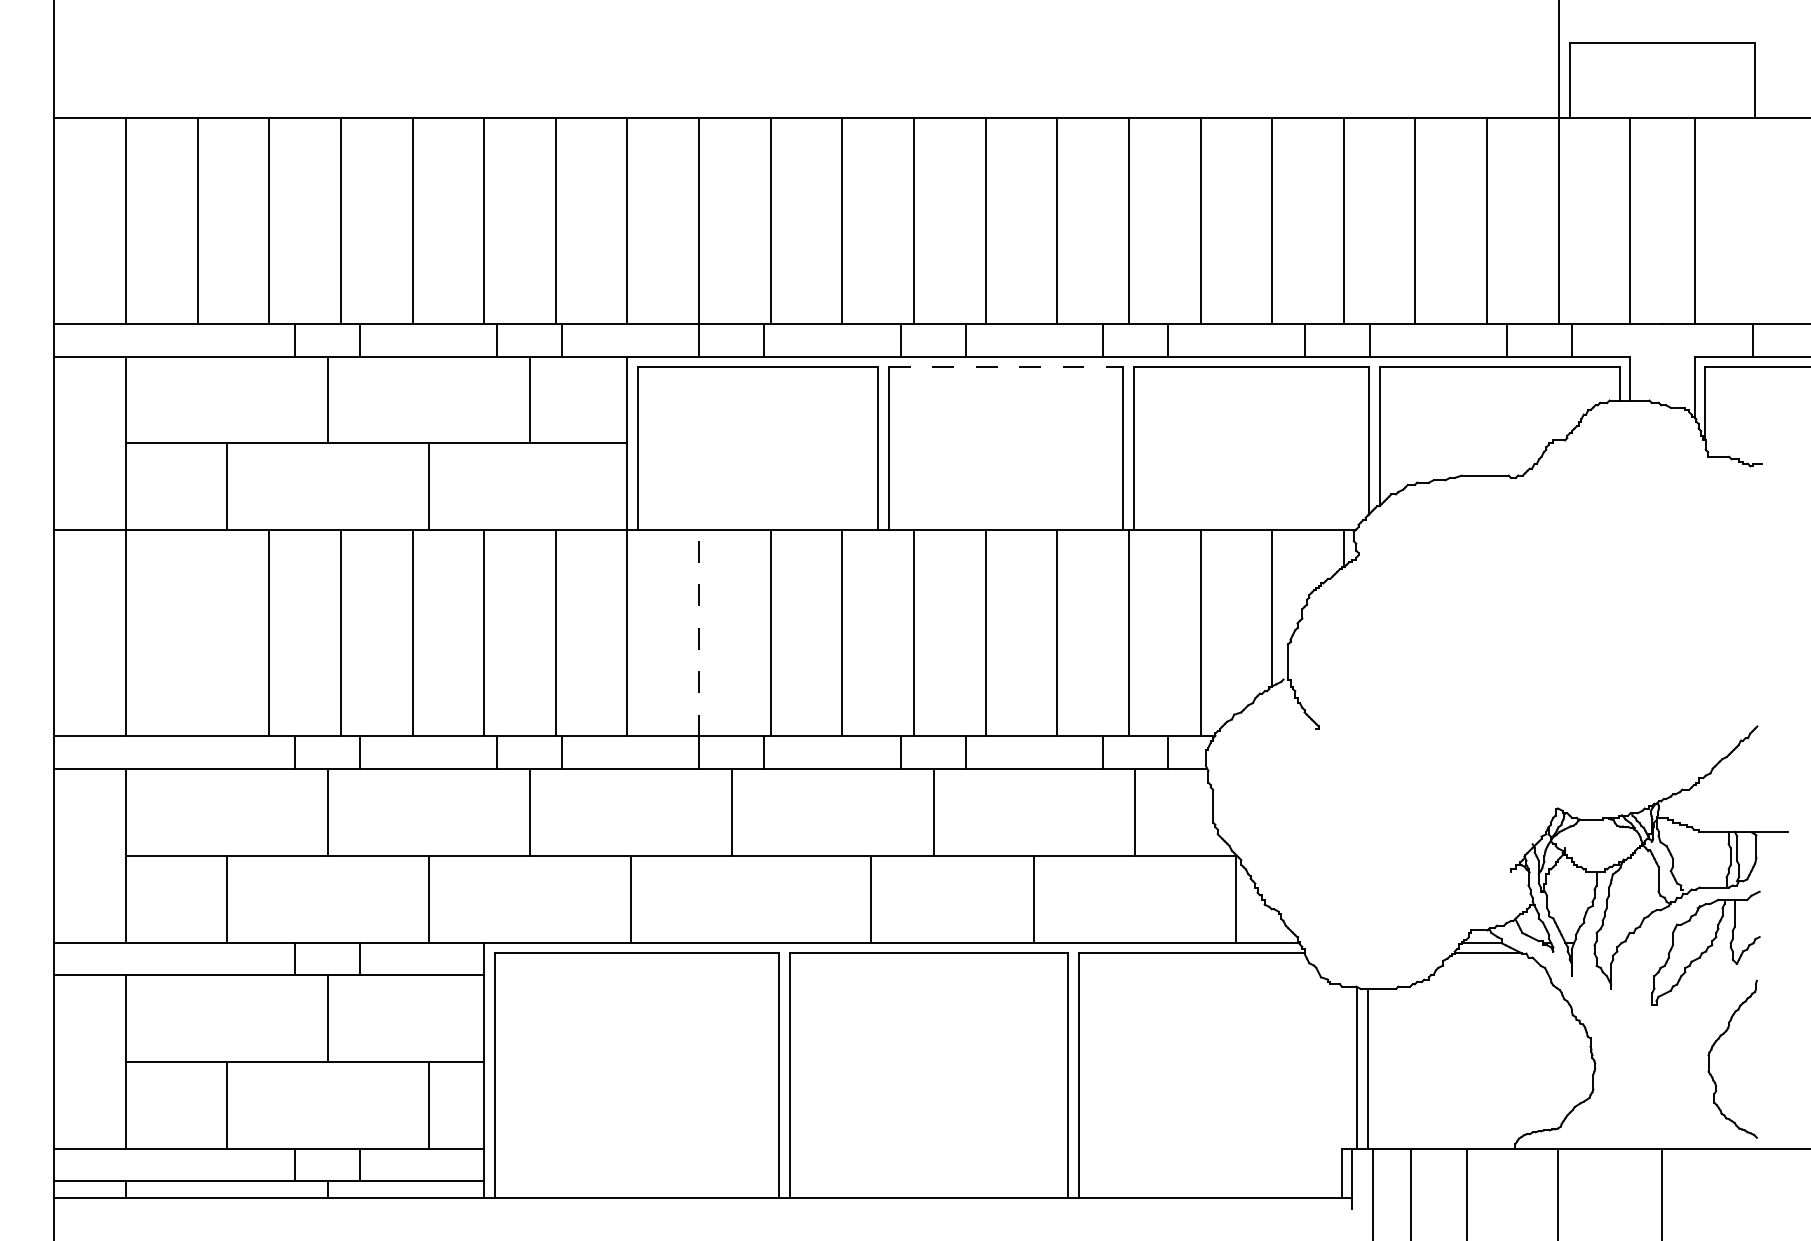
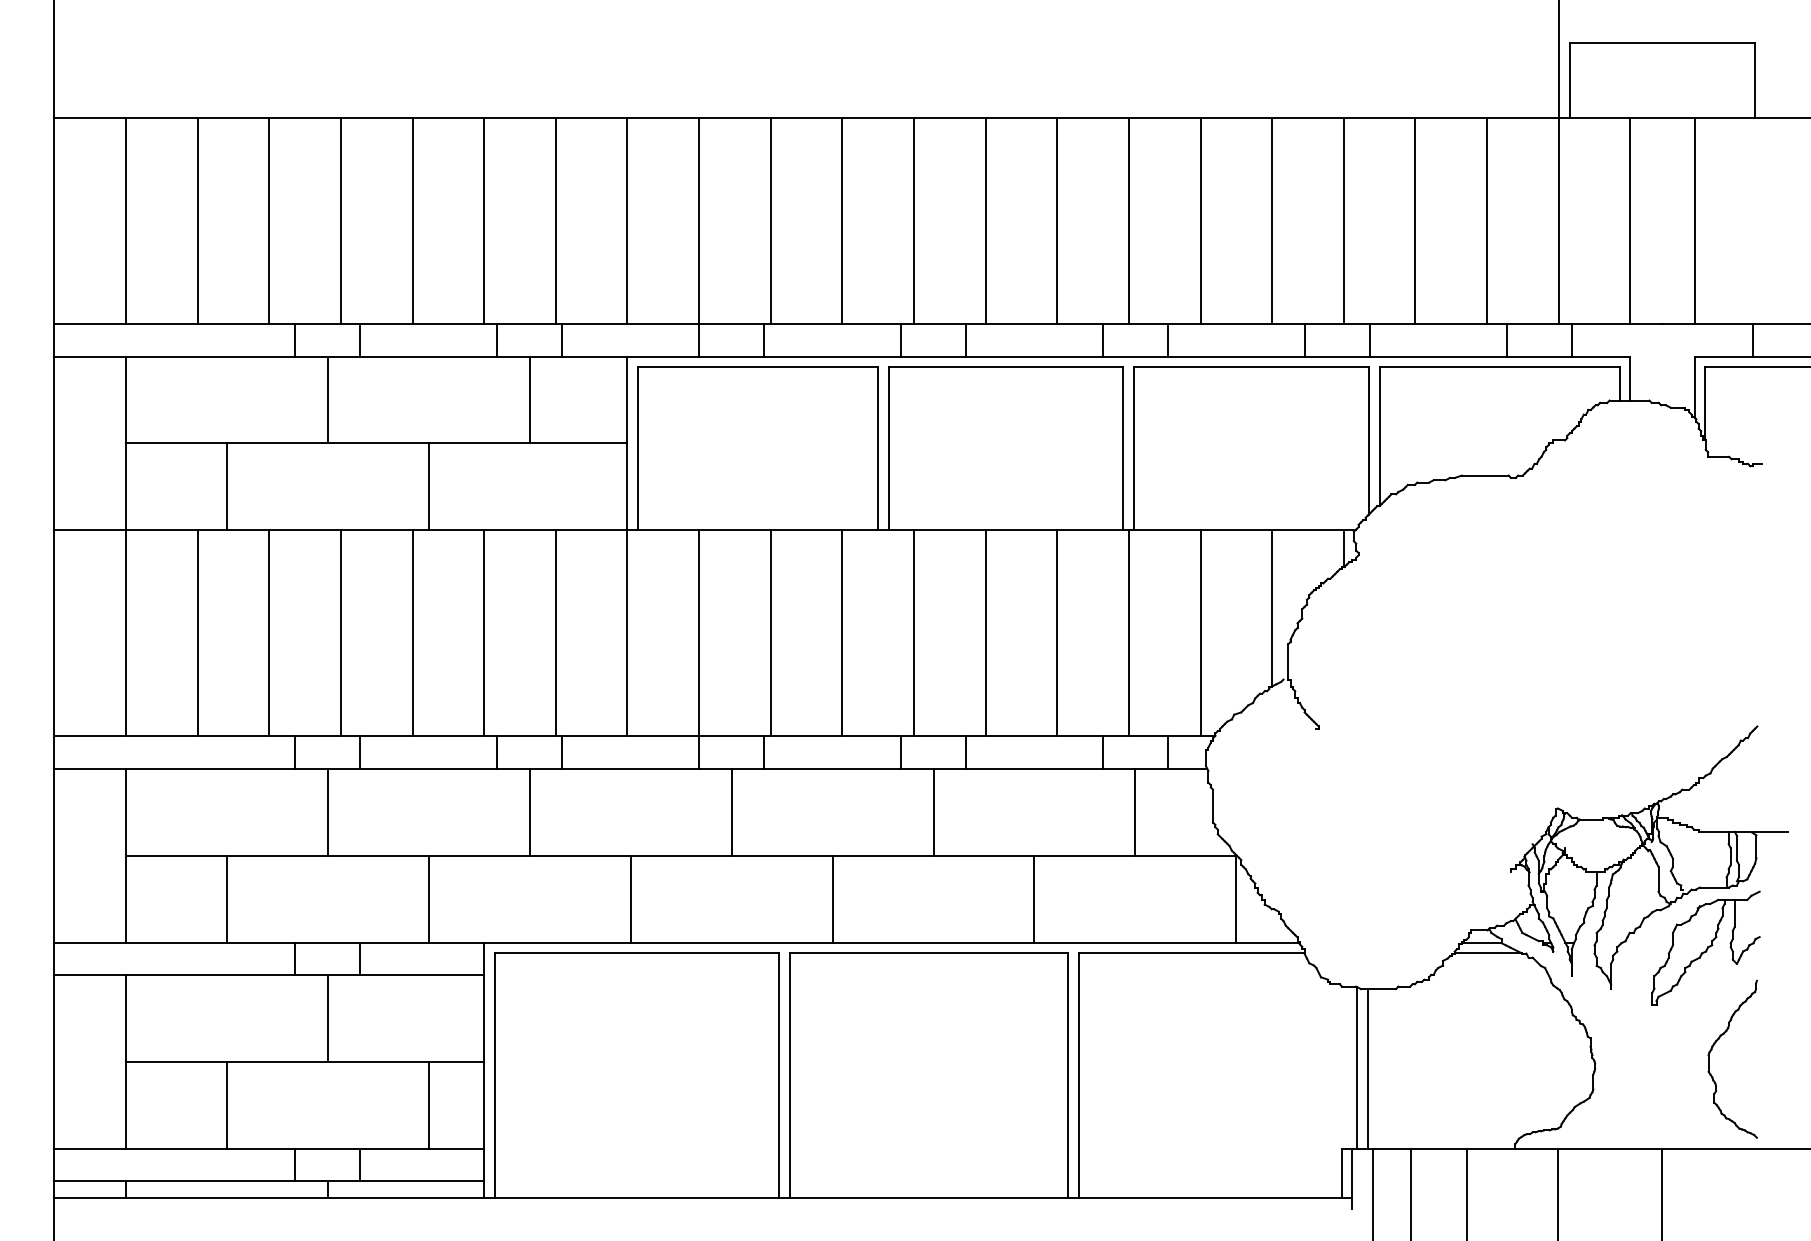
line at (1006, 367): dashed -> solid
line at (699, 632): dashed -> solid
line at (197, 633): none -> present
line at (870, 898) position: (870, 898) -> (832, 898)
